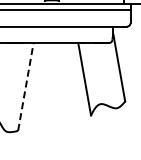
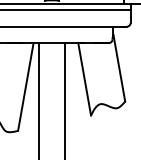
line at (25, 86): dashed -> solid
line at (38, 99): none -> present
line at (64, 99): none -> present
